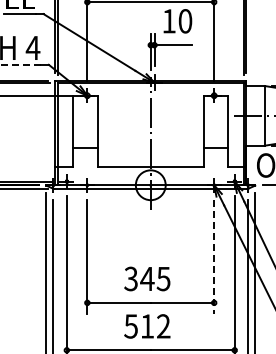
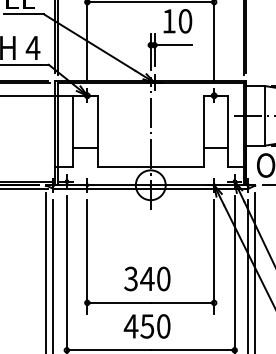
line at (20, 64): dashed -> solid
line at (214, 257): dashed -> solid
text at (163, 278): 345 -> 340
text at (146, 326): 512 -> 450
